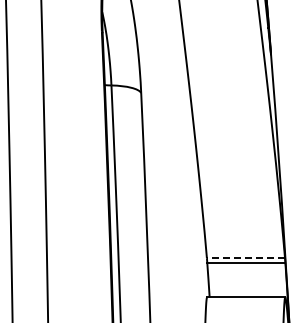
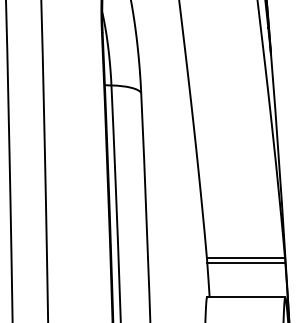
line at (245, 258): dashed -> solid
